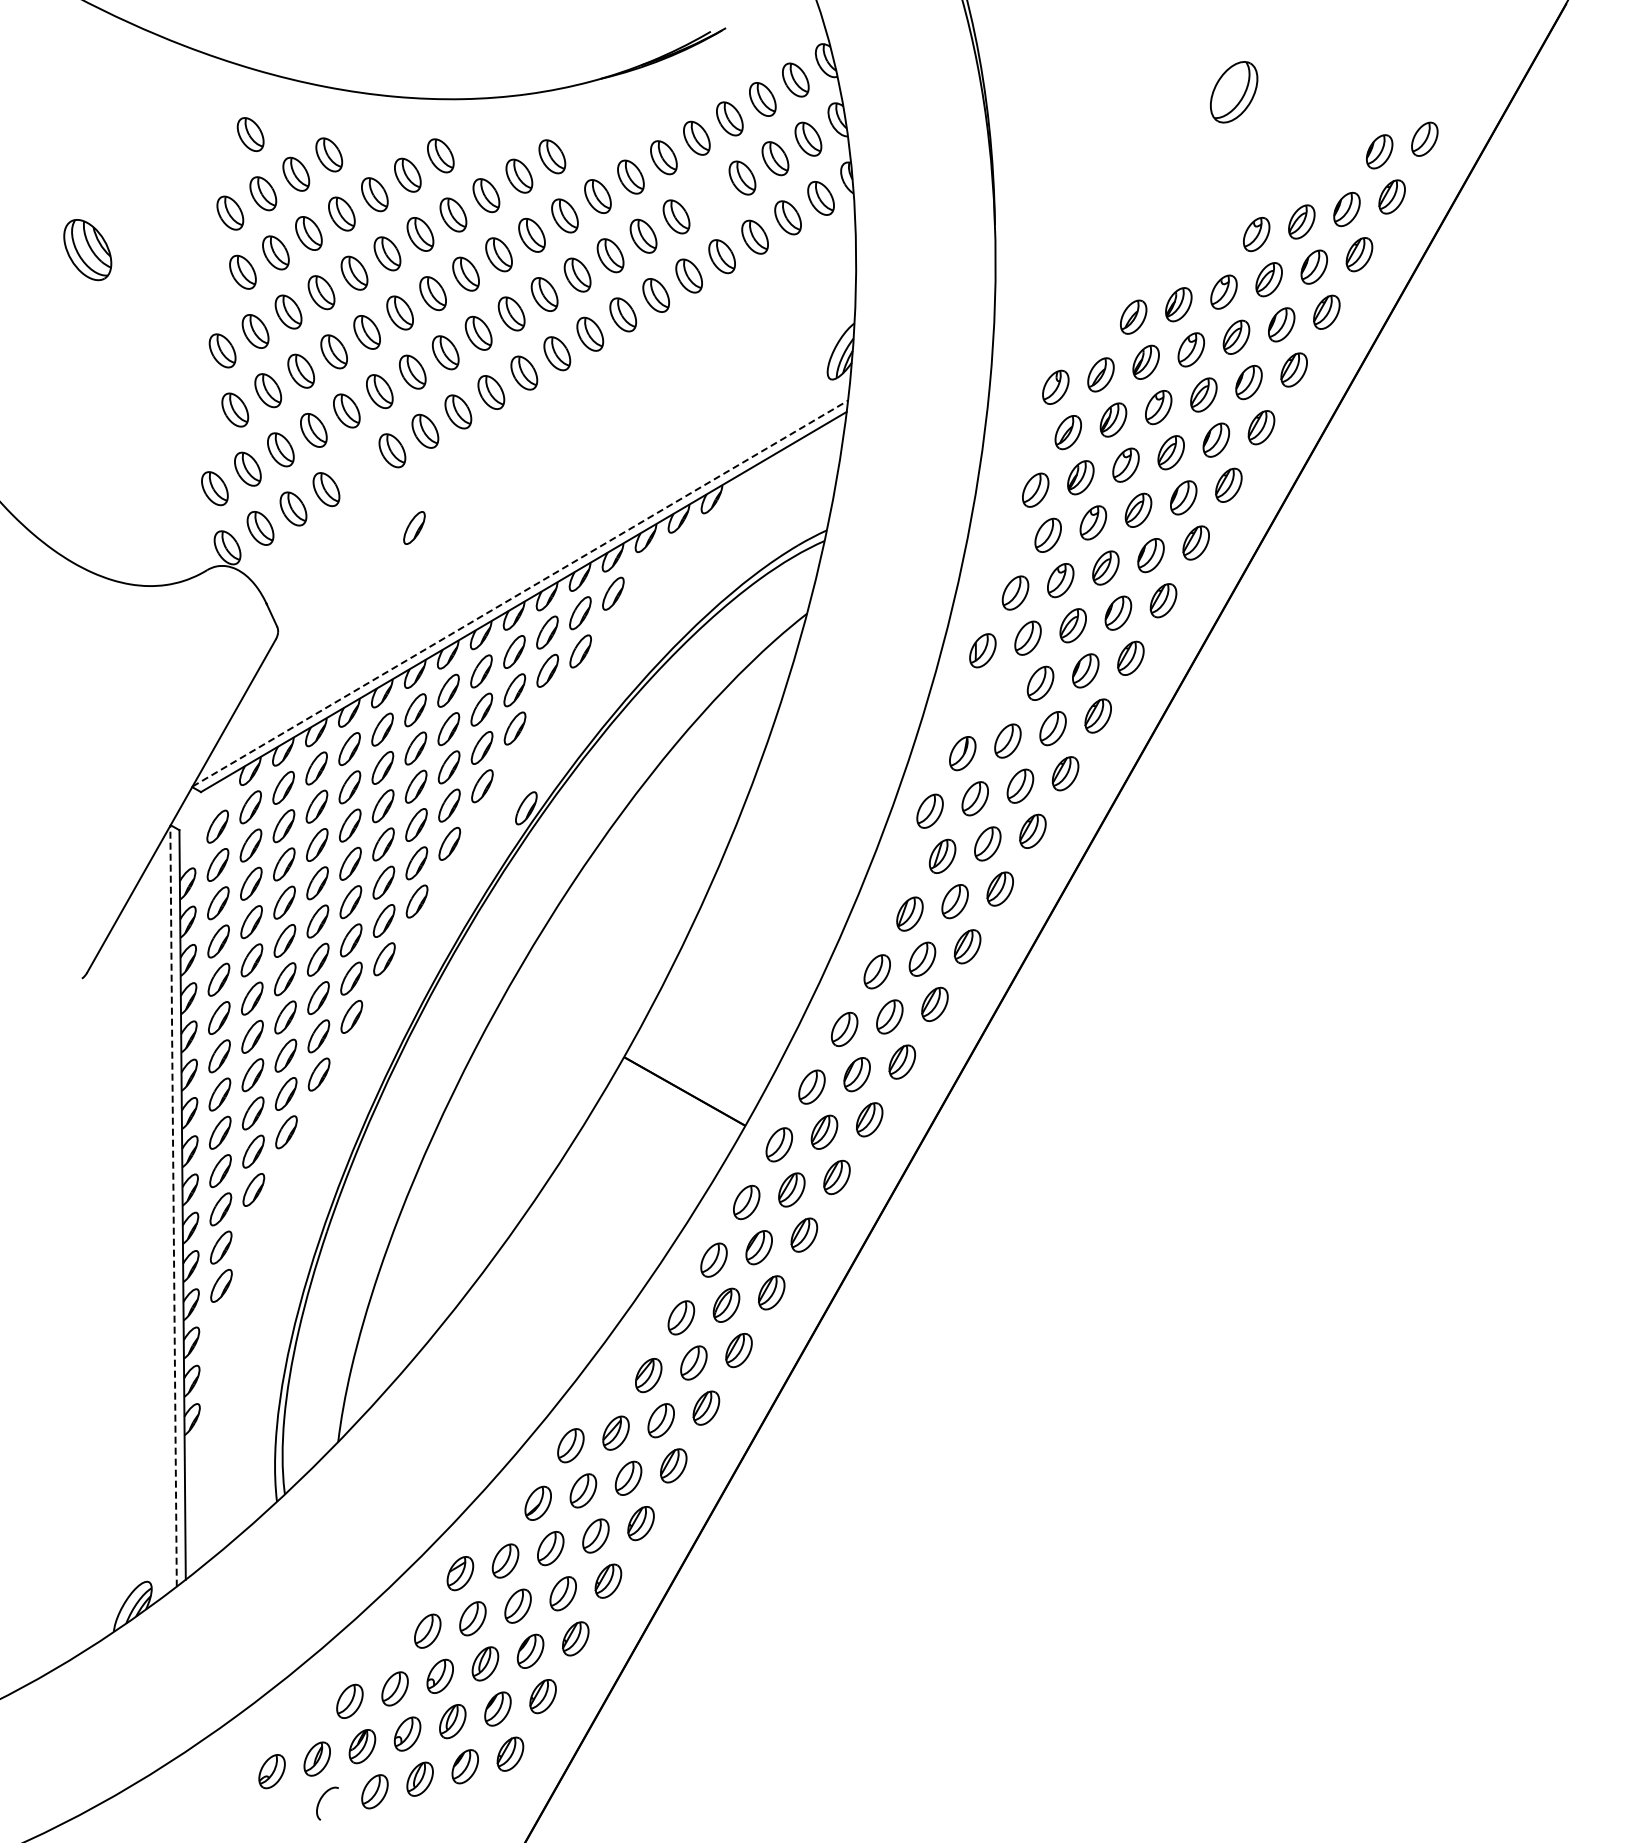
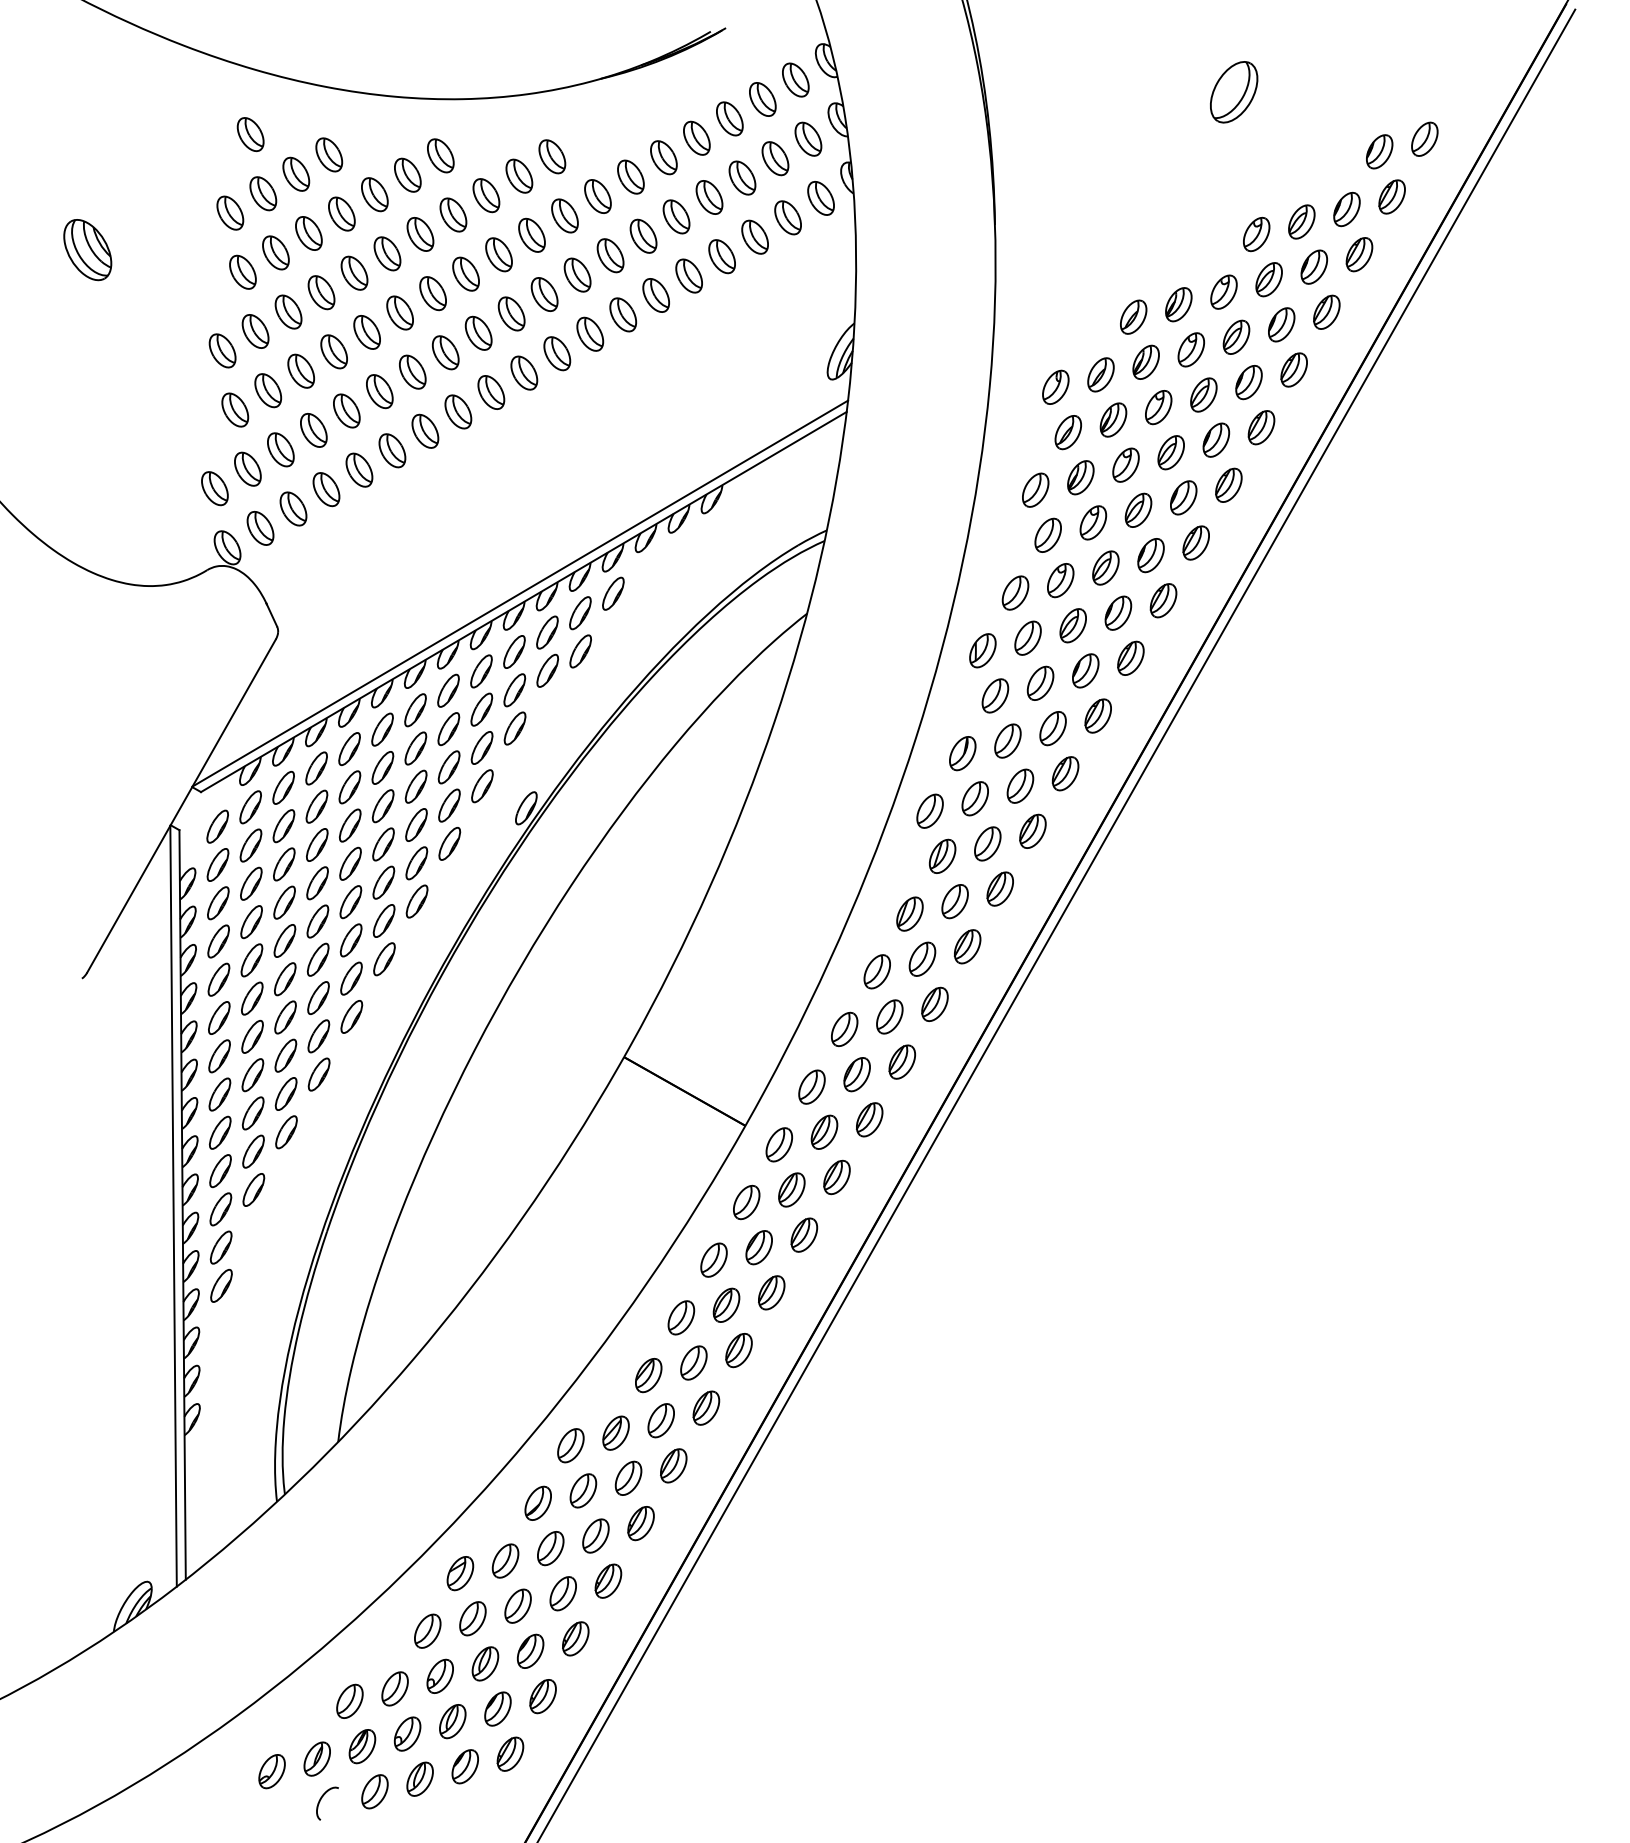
part at (709, 197): none -> present
part at (359, 469): none -> present
part at (414, 527): present -> none
line at (520, 593): dashed -> solid
part at (995, 695): none -> present
line at (1057, 924): none -> present
line at (173, 1205): dashed -> solid
